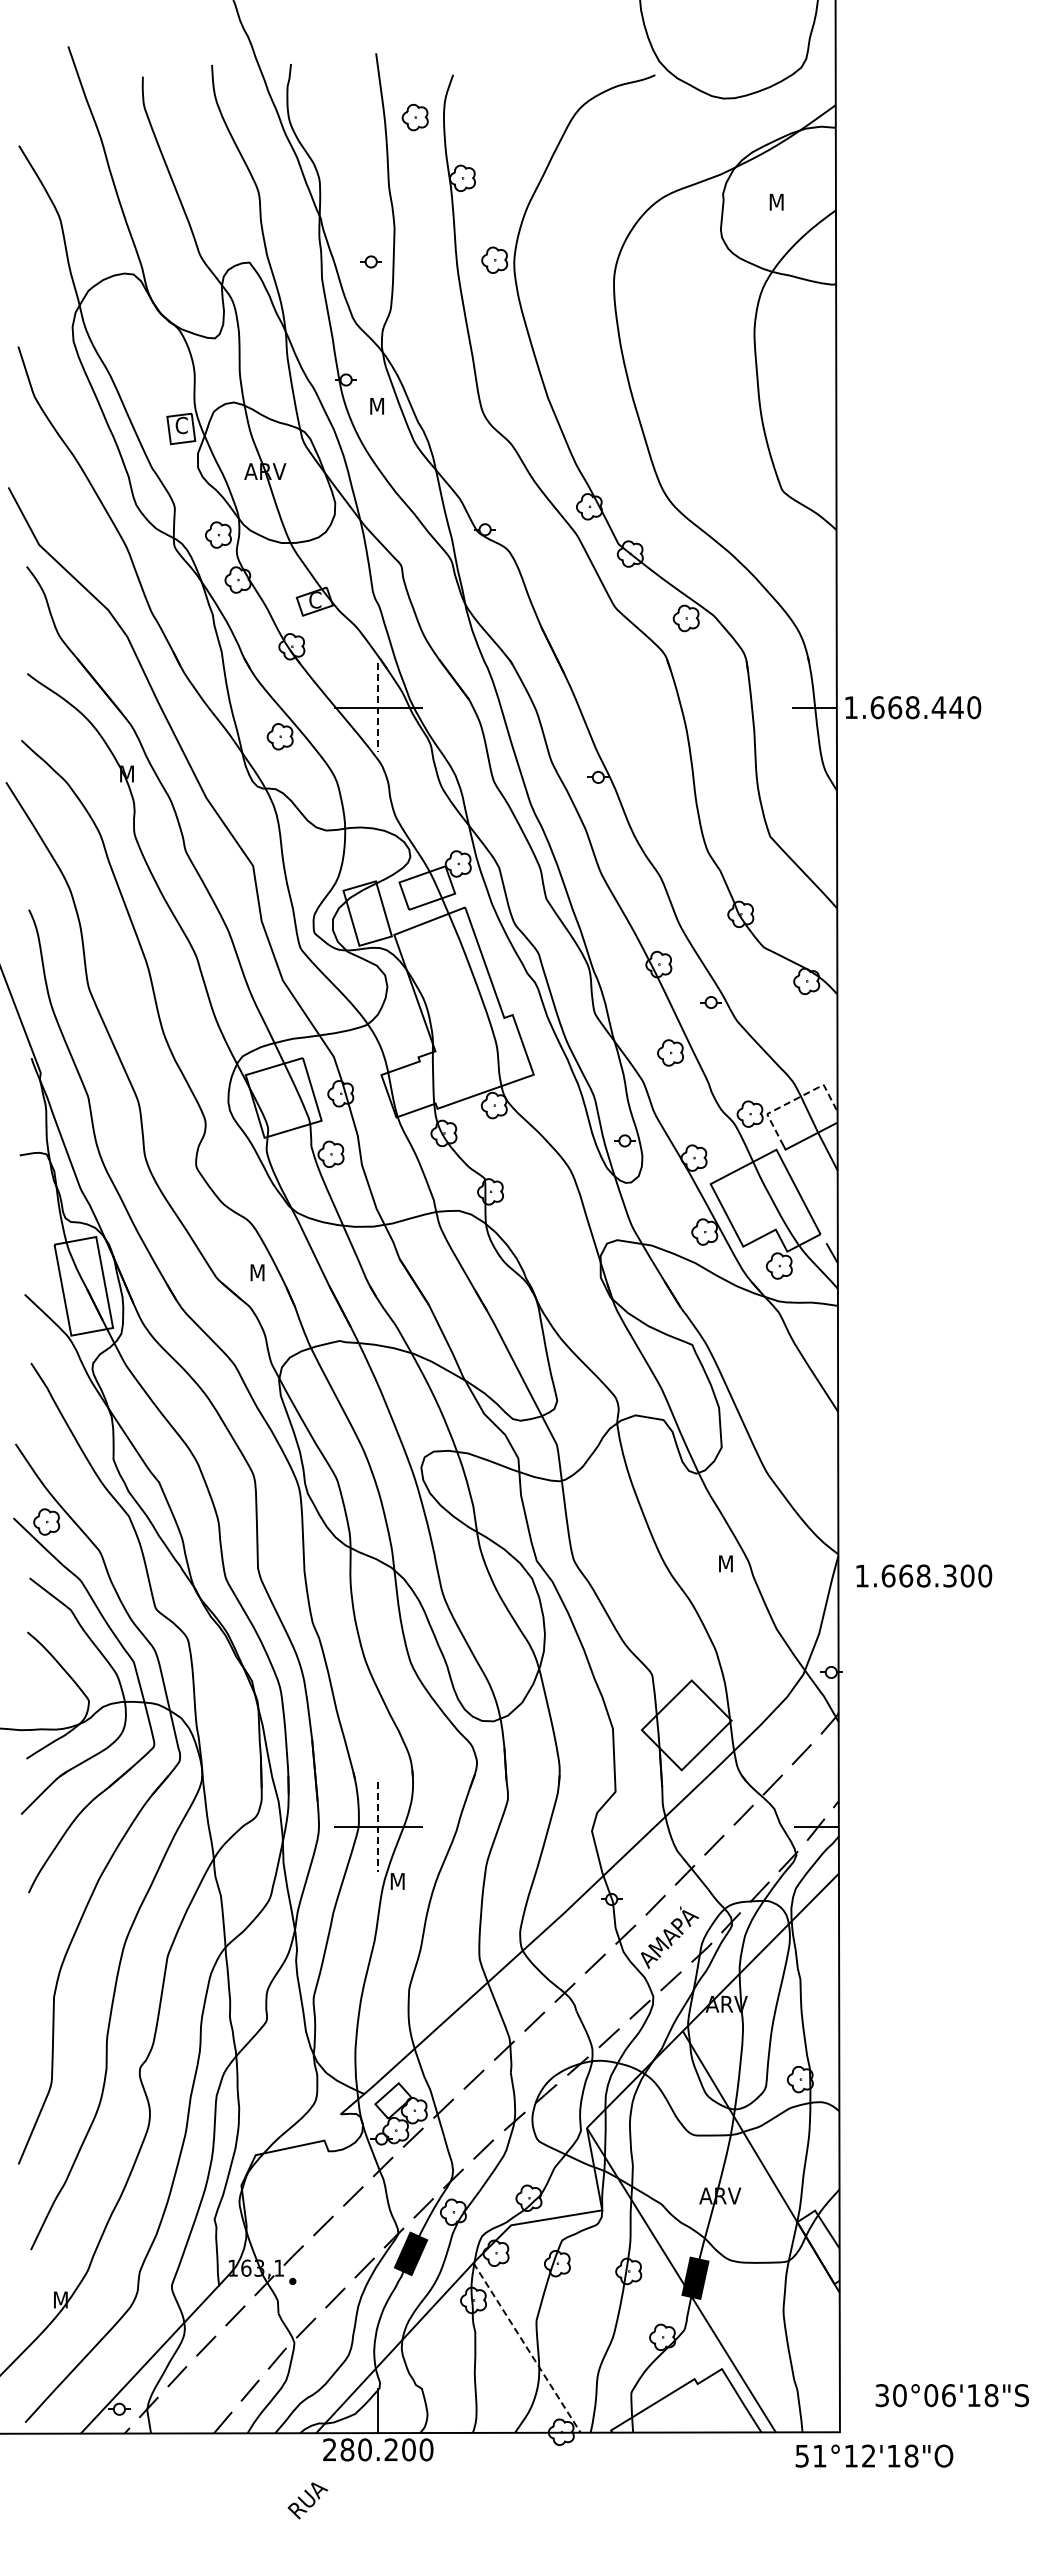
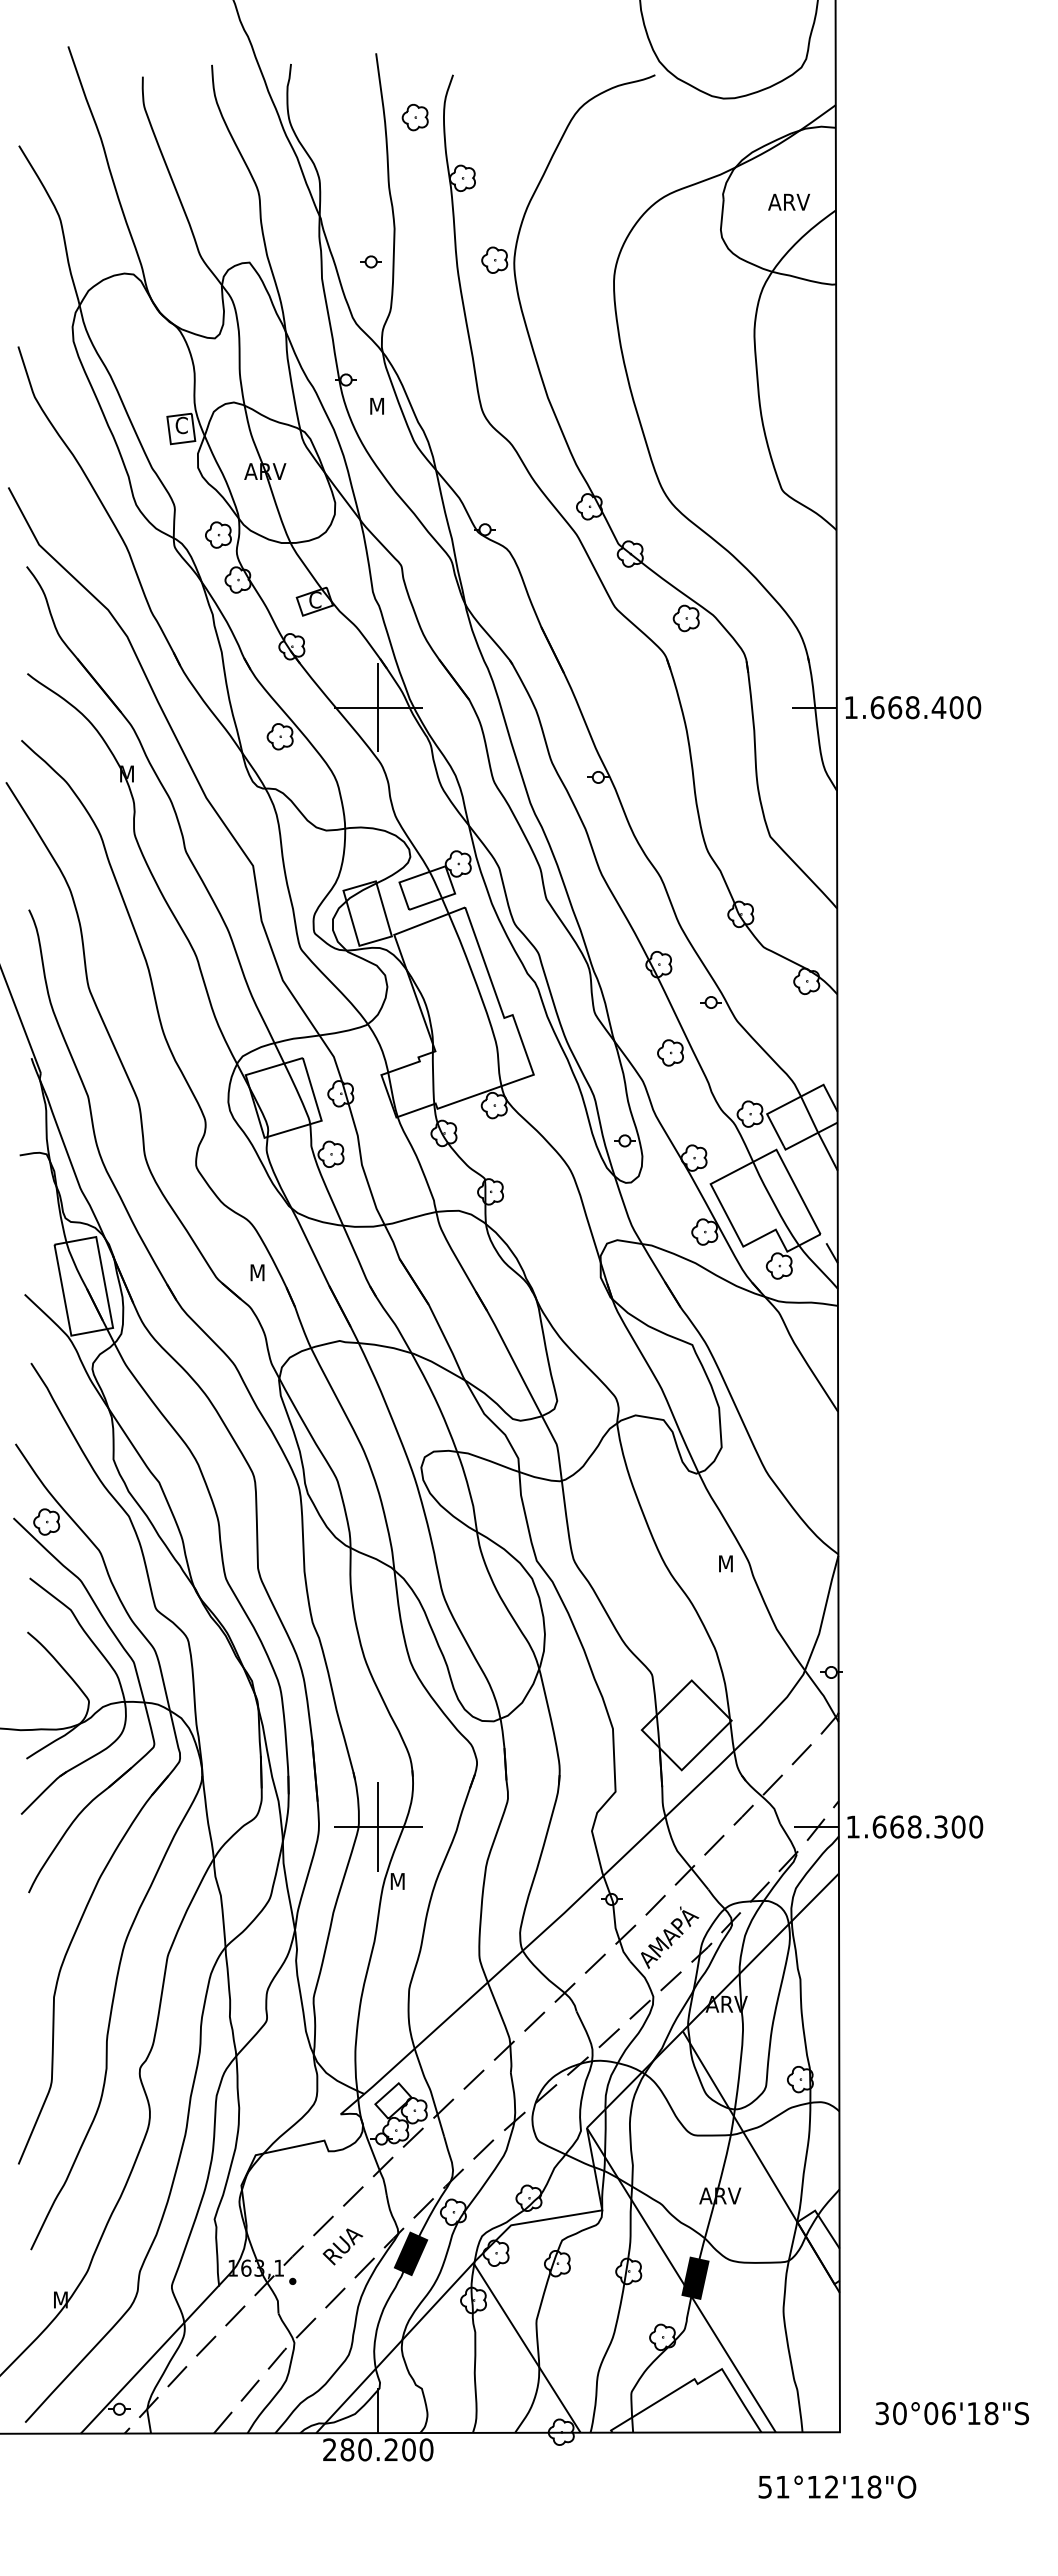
text at (789, 201): M -> ARV
line at (378, 707): dashed -> solid
text at (956, 707): 1.668.440 -> 1.668.400
line at (793, 1100): dashed -> solid
text at (924, 1575) position: (924, 1575) -> (915, 1826)
line at (378, 1827): dashed -> solid
line at (527, 2348): dashed -> solid
text at (951, 2395) position: (951, 2395) -> (951, 2413)
text at (874, 2455) position: (874, 2455) -> (837, 2486)
text at (307, 2500) position: (307, 2500) -> (342, 2246)
